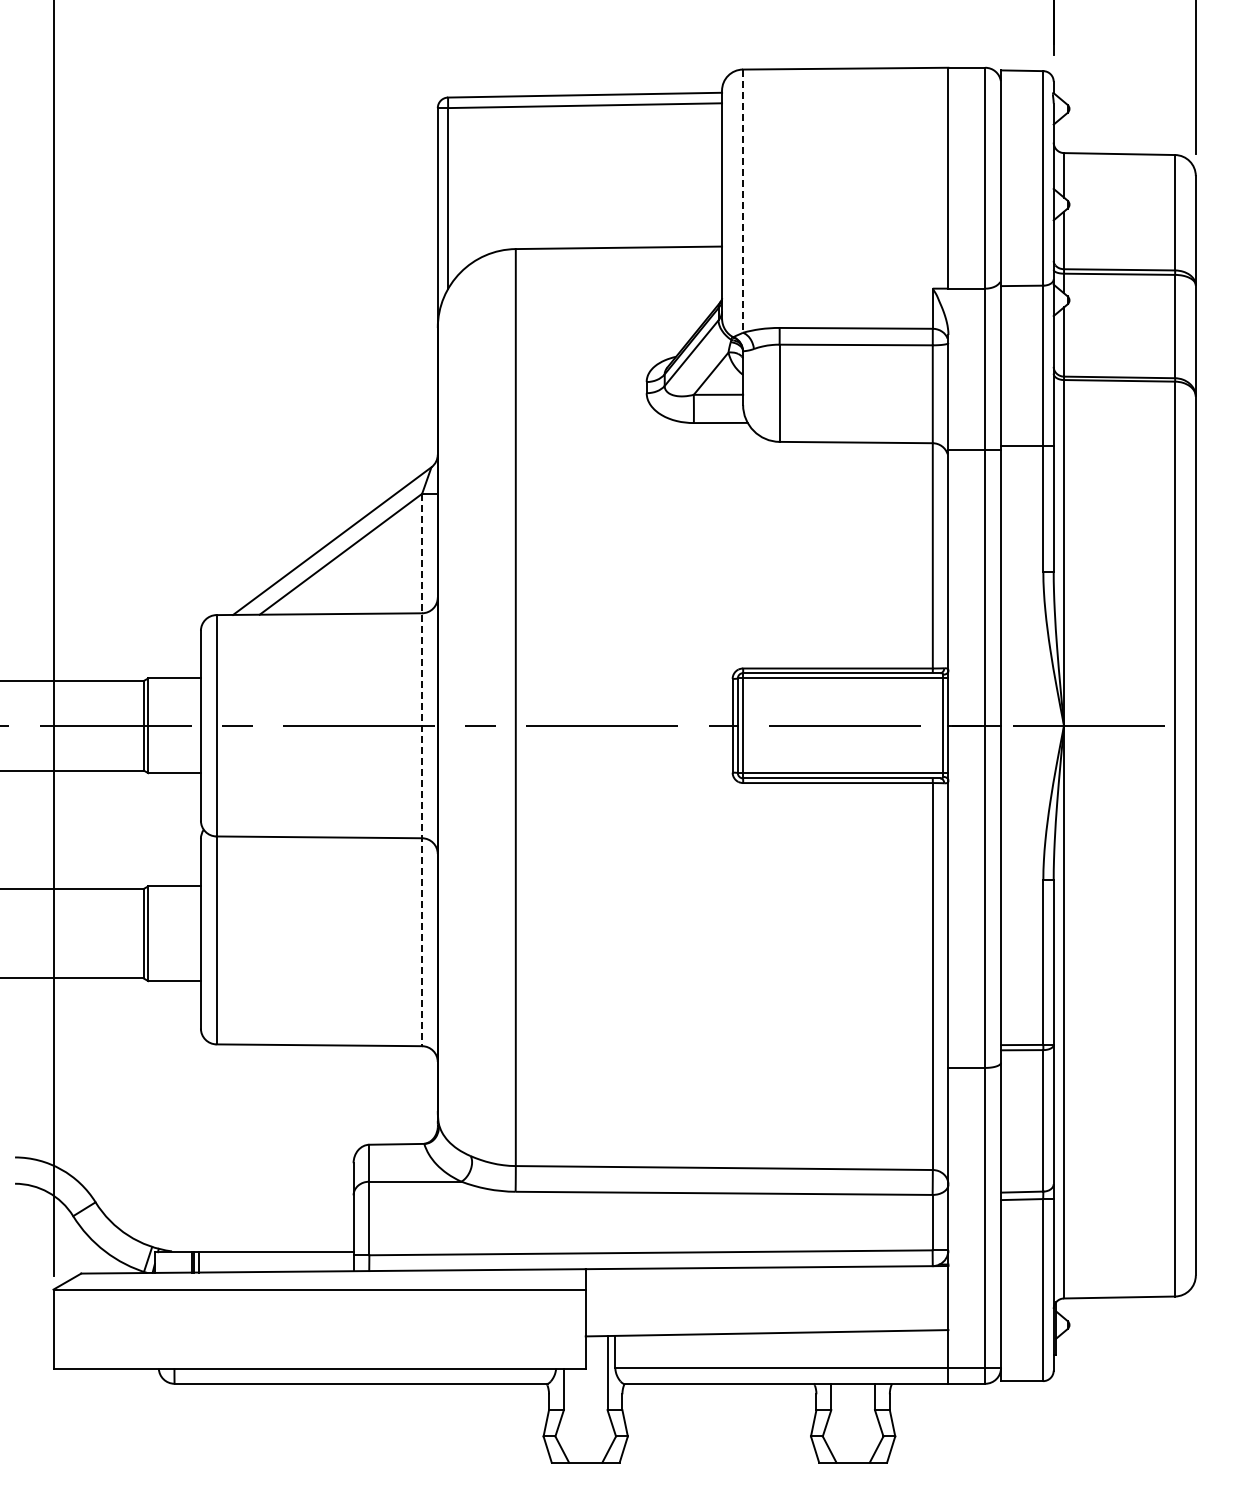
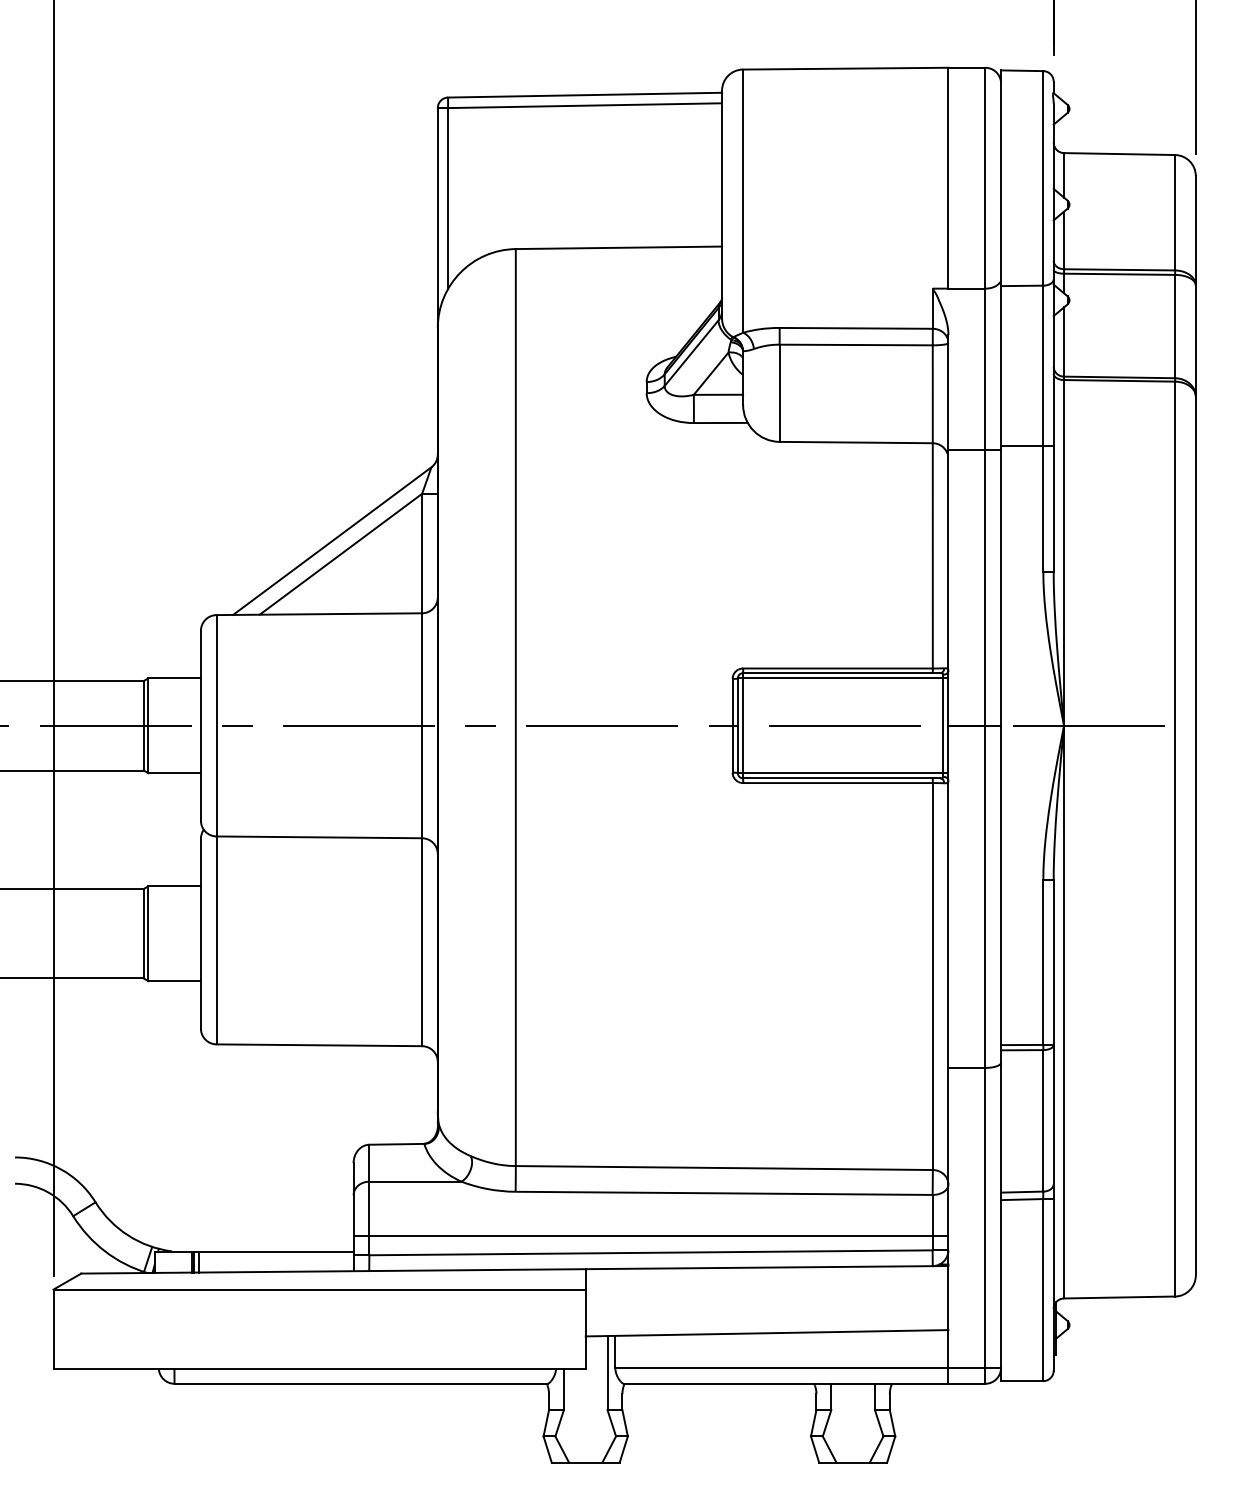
line at (742, 201): dashed -> solid
line at (422, 770): dashed -> solid
line at (650, 1236): none -> present
